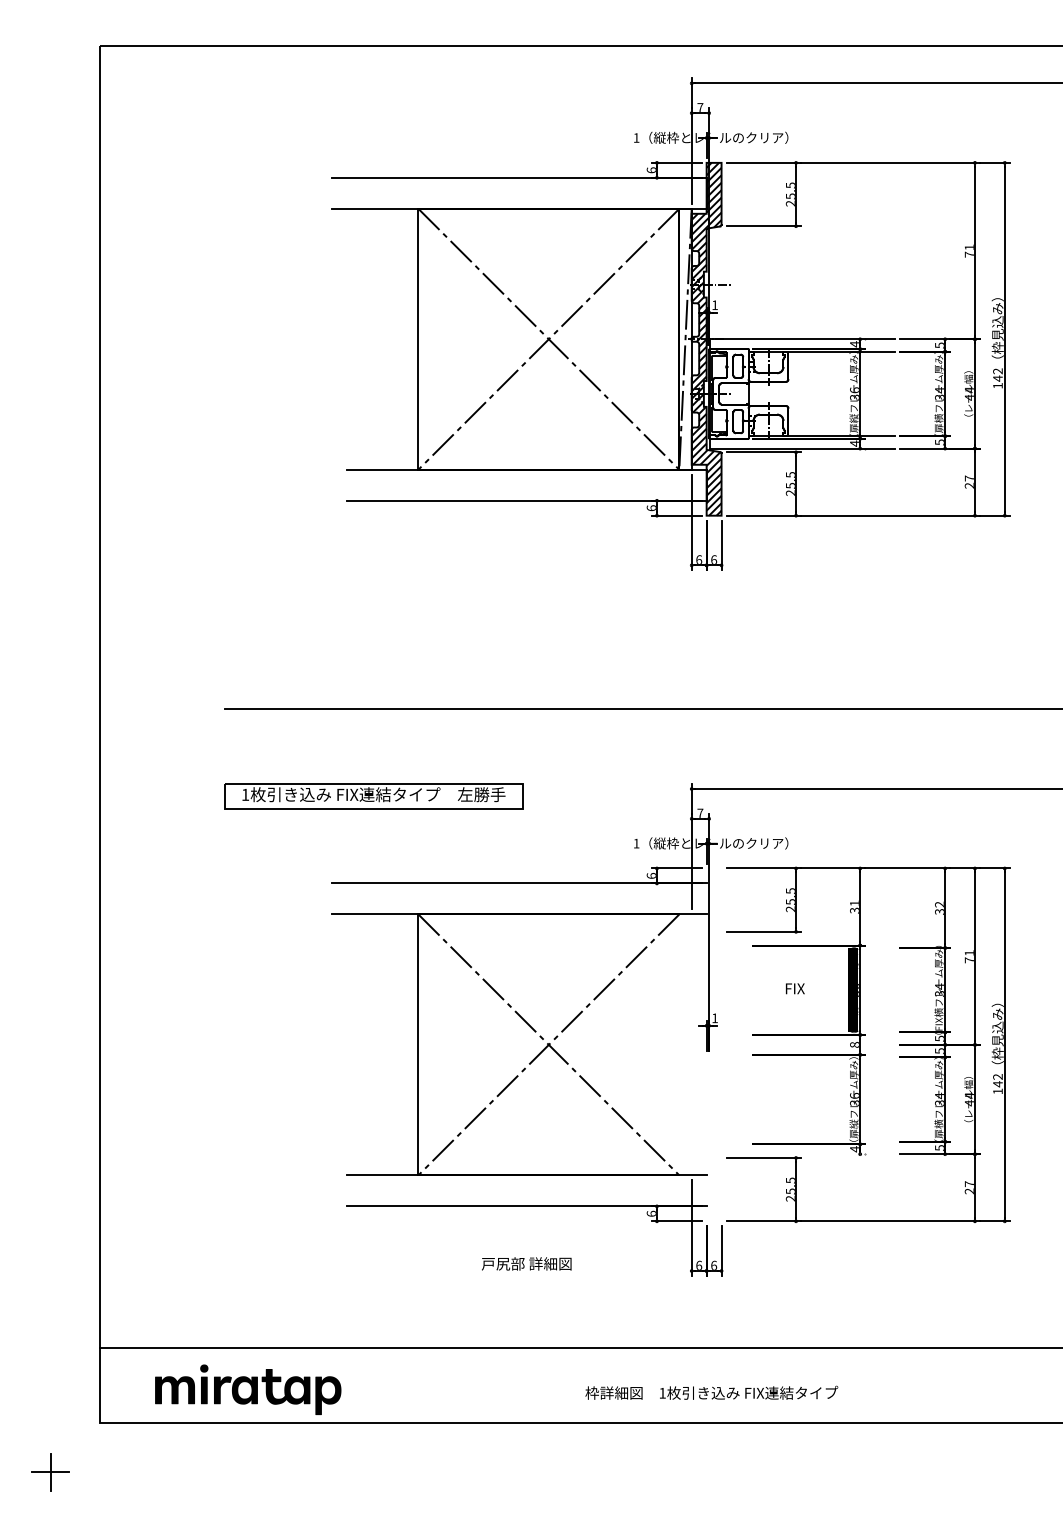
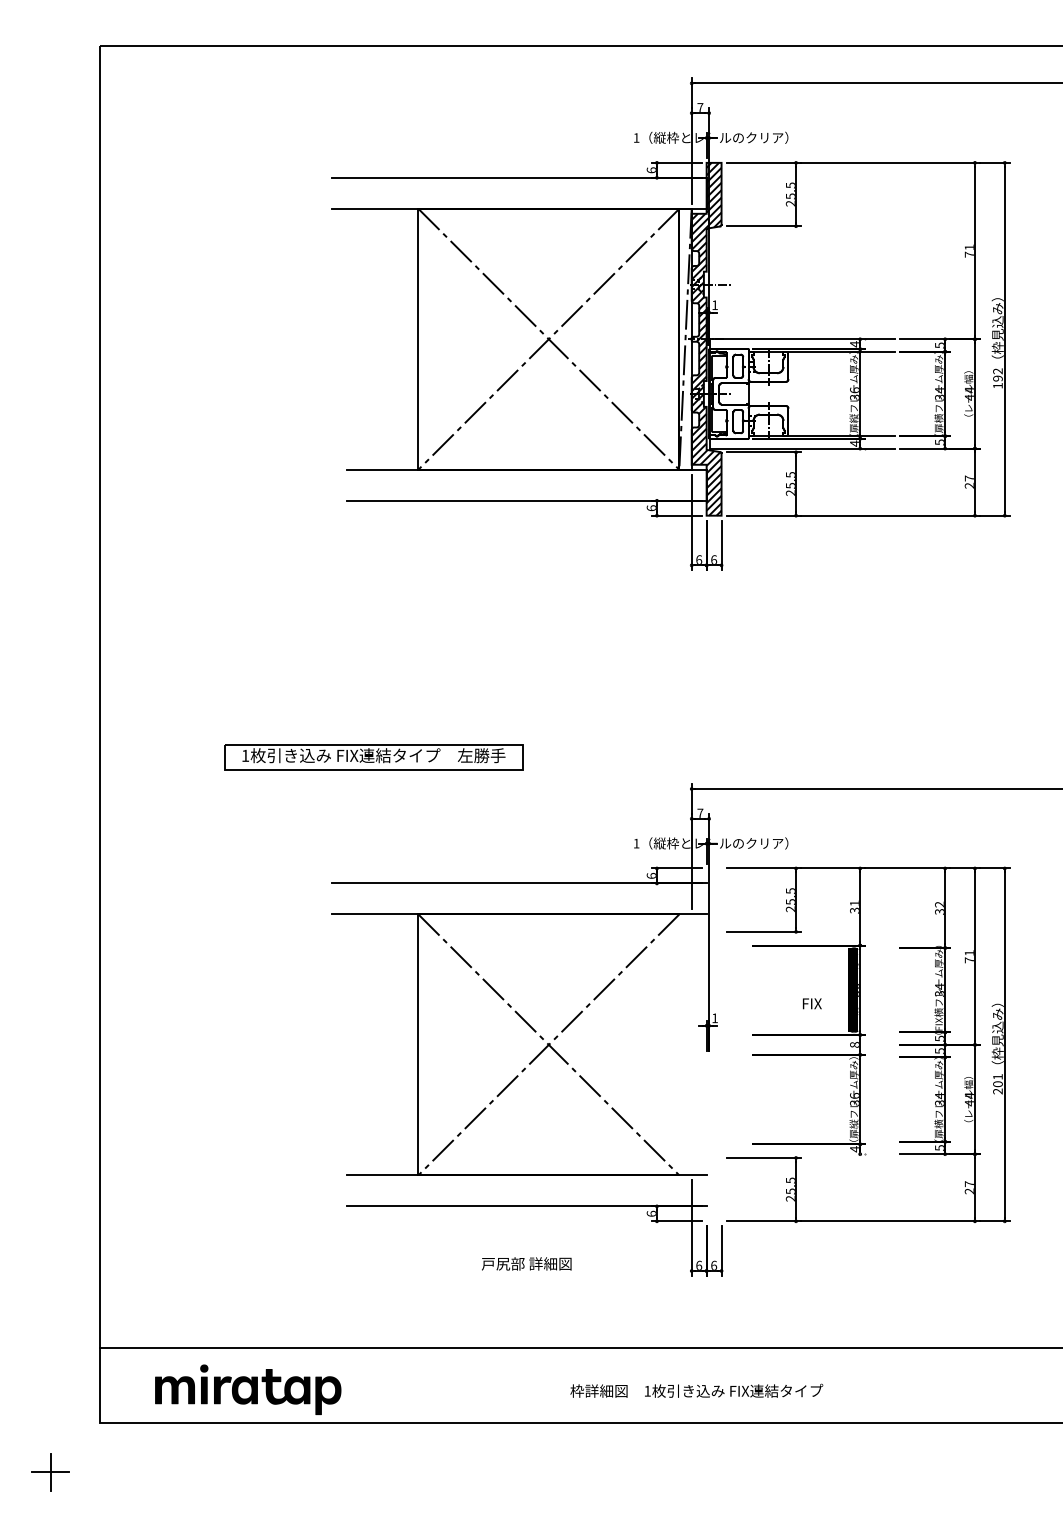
text at (997, 378): 142 -> 192
line at (641, 709): present -> none
part at (373, 796) position: (373, 796) -> (373, 757)
text at (795, 988) position: (795, 988) -> (812, 1003)
text at (997, 1084): 142 -> 201
text at (711, 1392) position: (711, 1392) -> (696, 1390)
